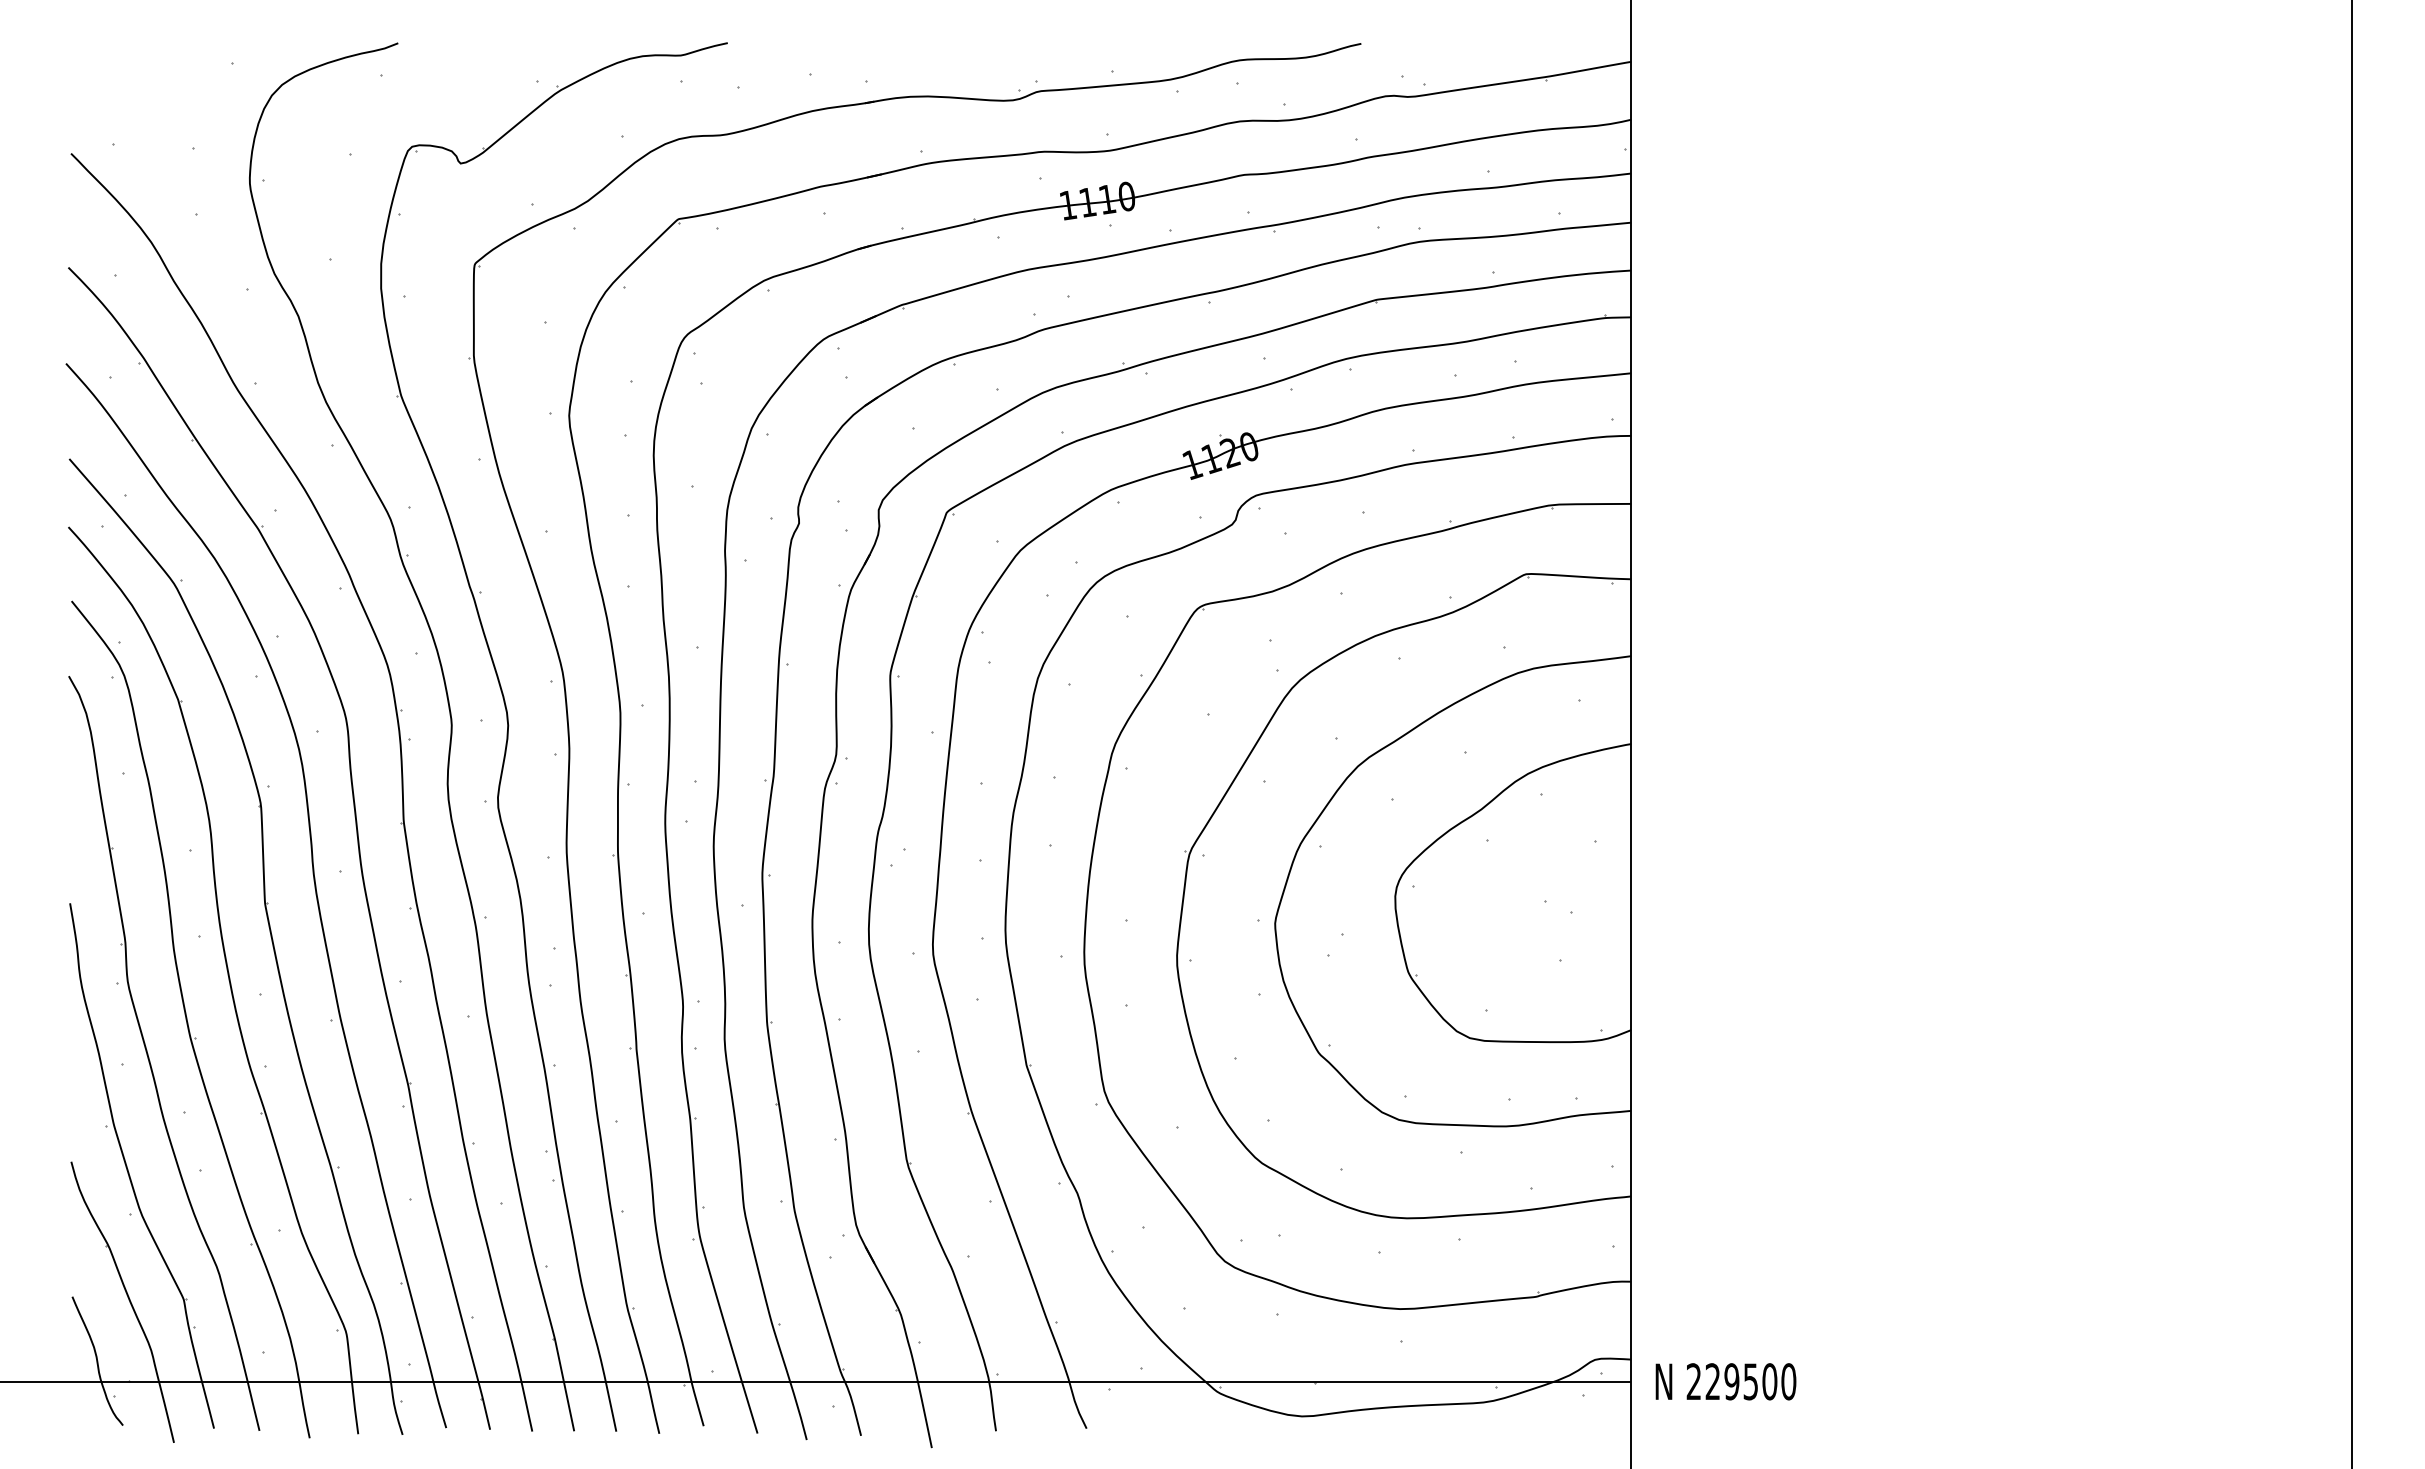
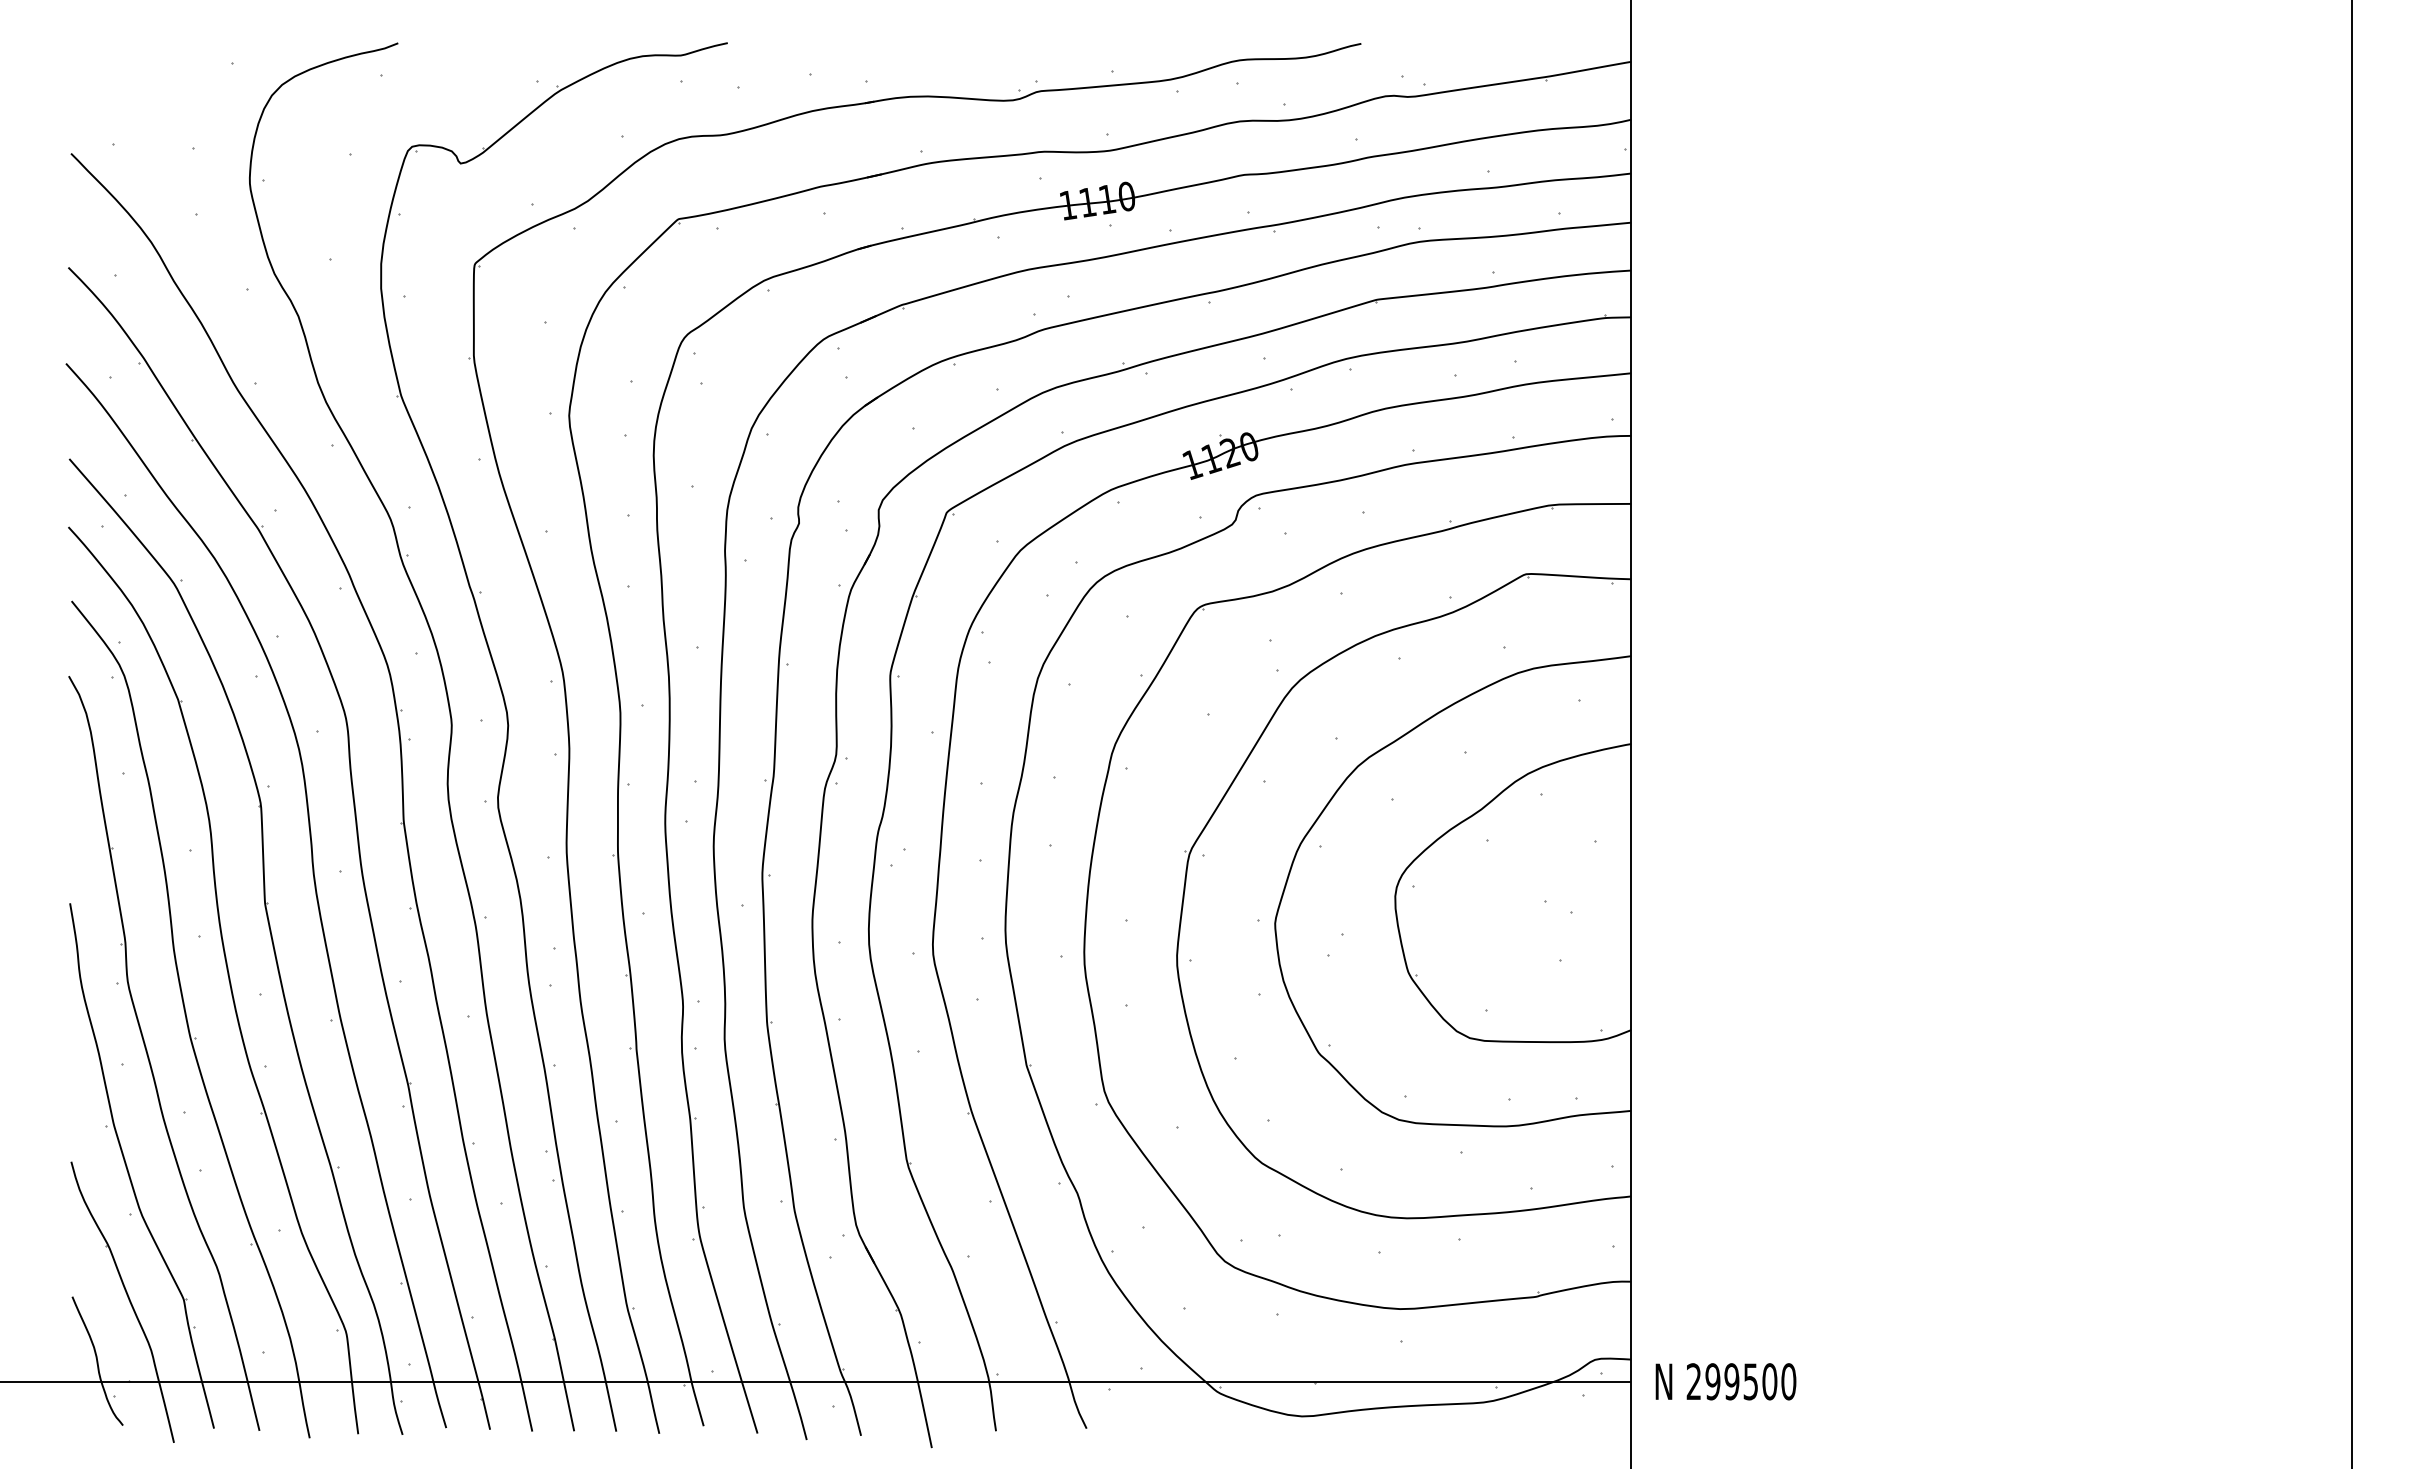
text at (1712, 1381): 229500 -> 299500
